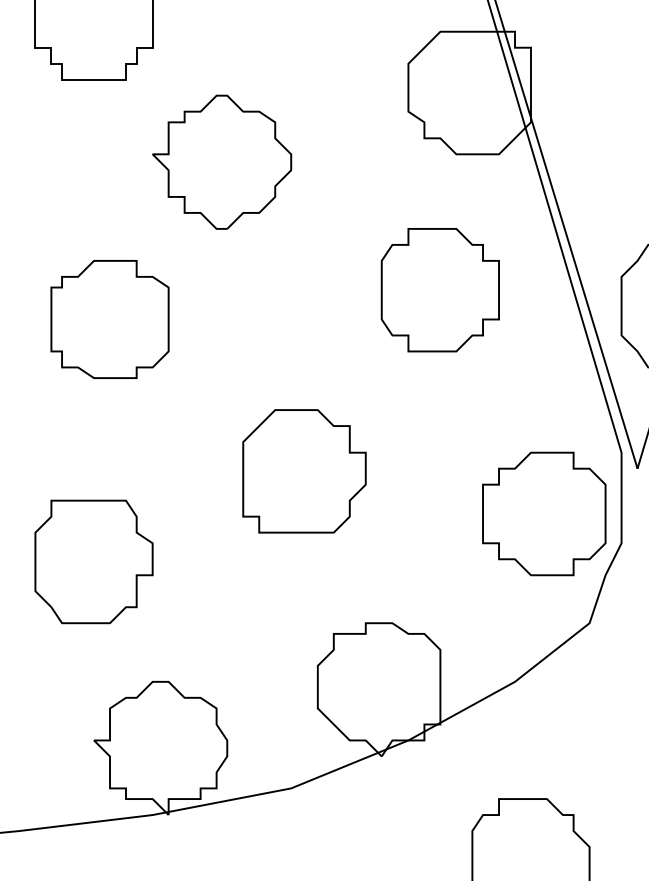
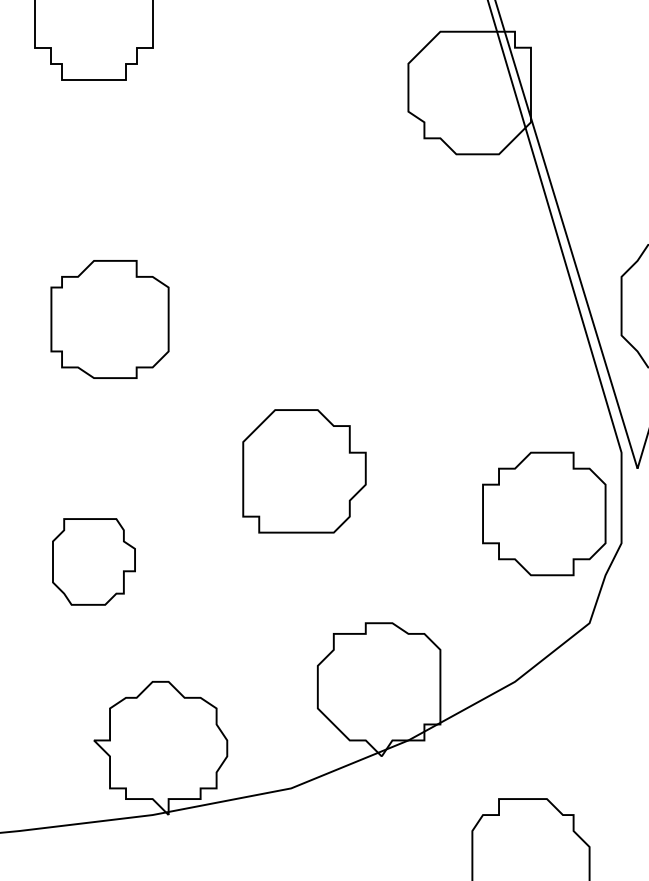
part at (222, 161): present -> none
part at (439, 290): present -> none
part at (93, 561) size: 120x126 px -> 84x88 px
